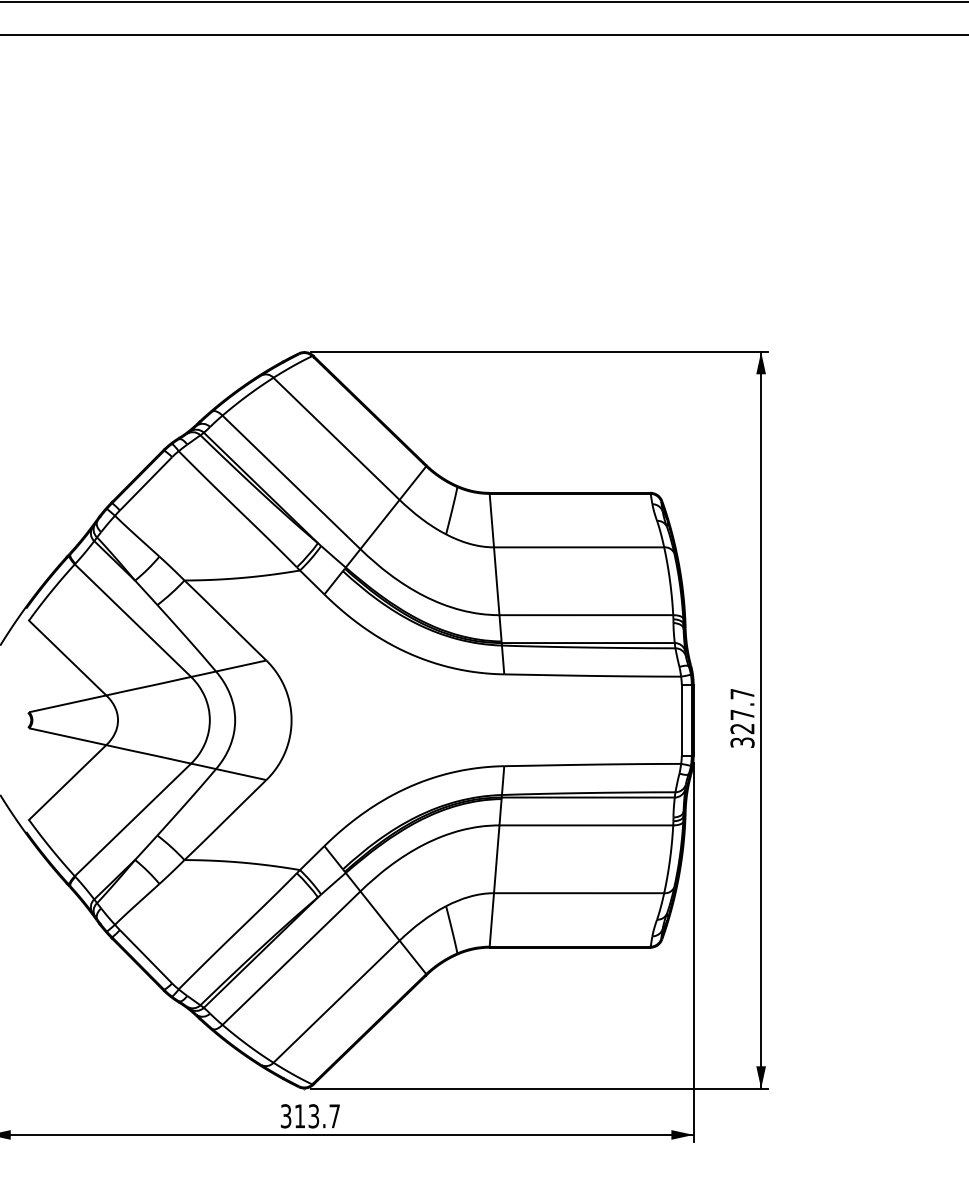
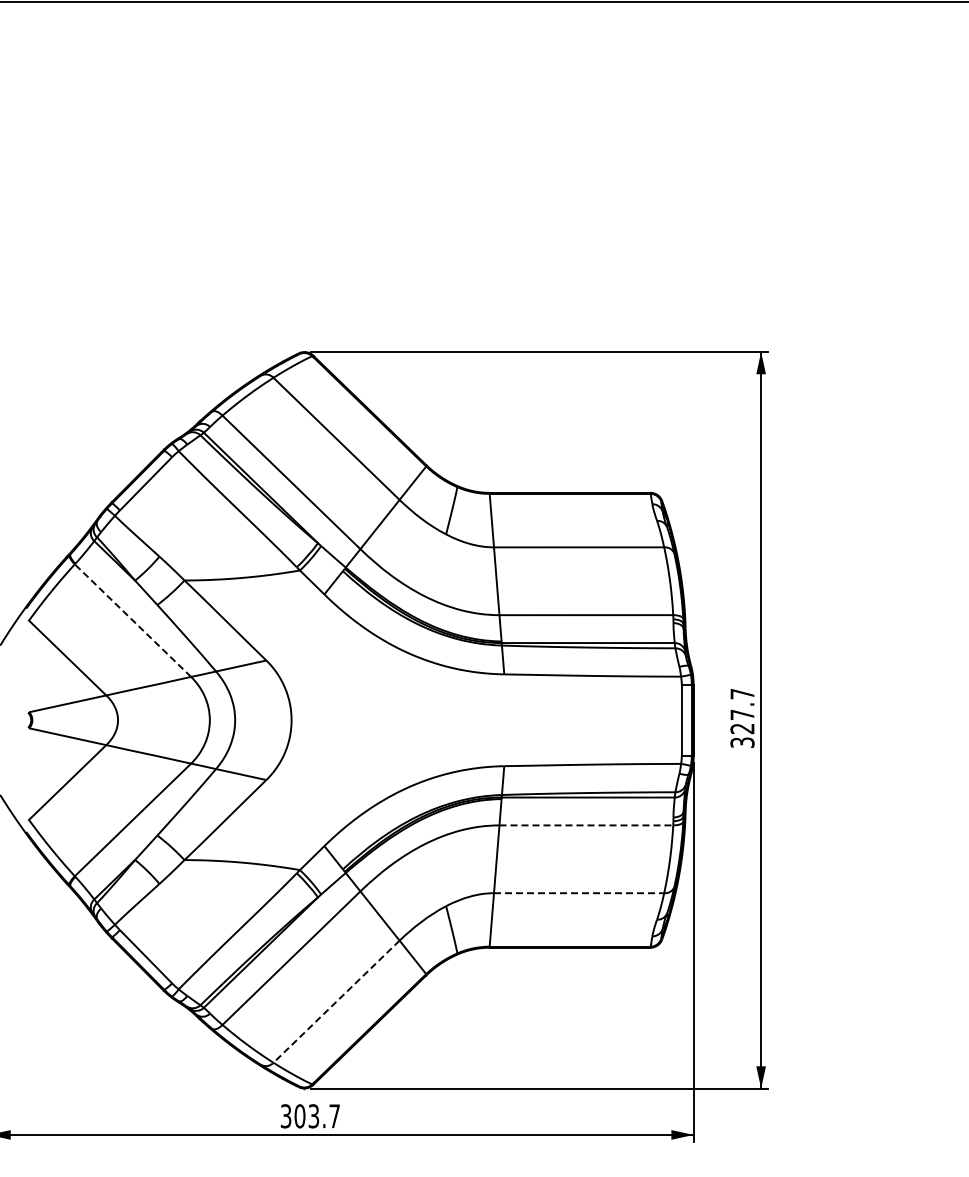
line at (483, 35): present -> none
line at (132, 620): solid -> dashed
line at (586, 825): solid -> dashed
line at (579, 893): solid -> dashed
line at (336, 1001): solid -> dashed
text at (299, 1116): 313.7 -> 303.7
